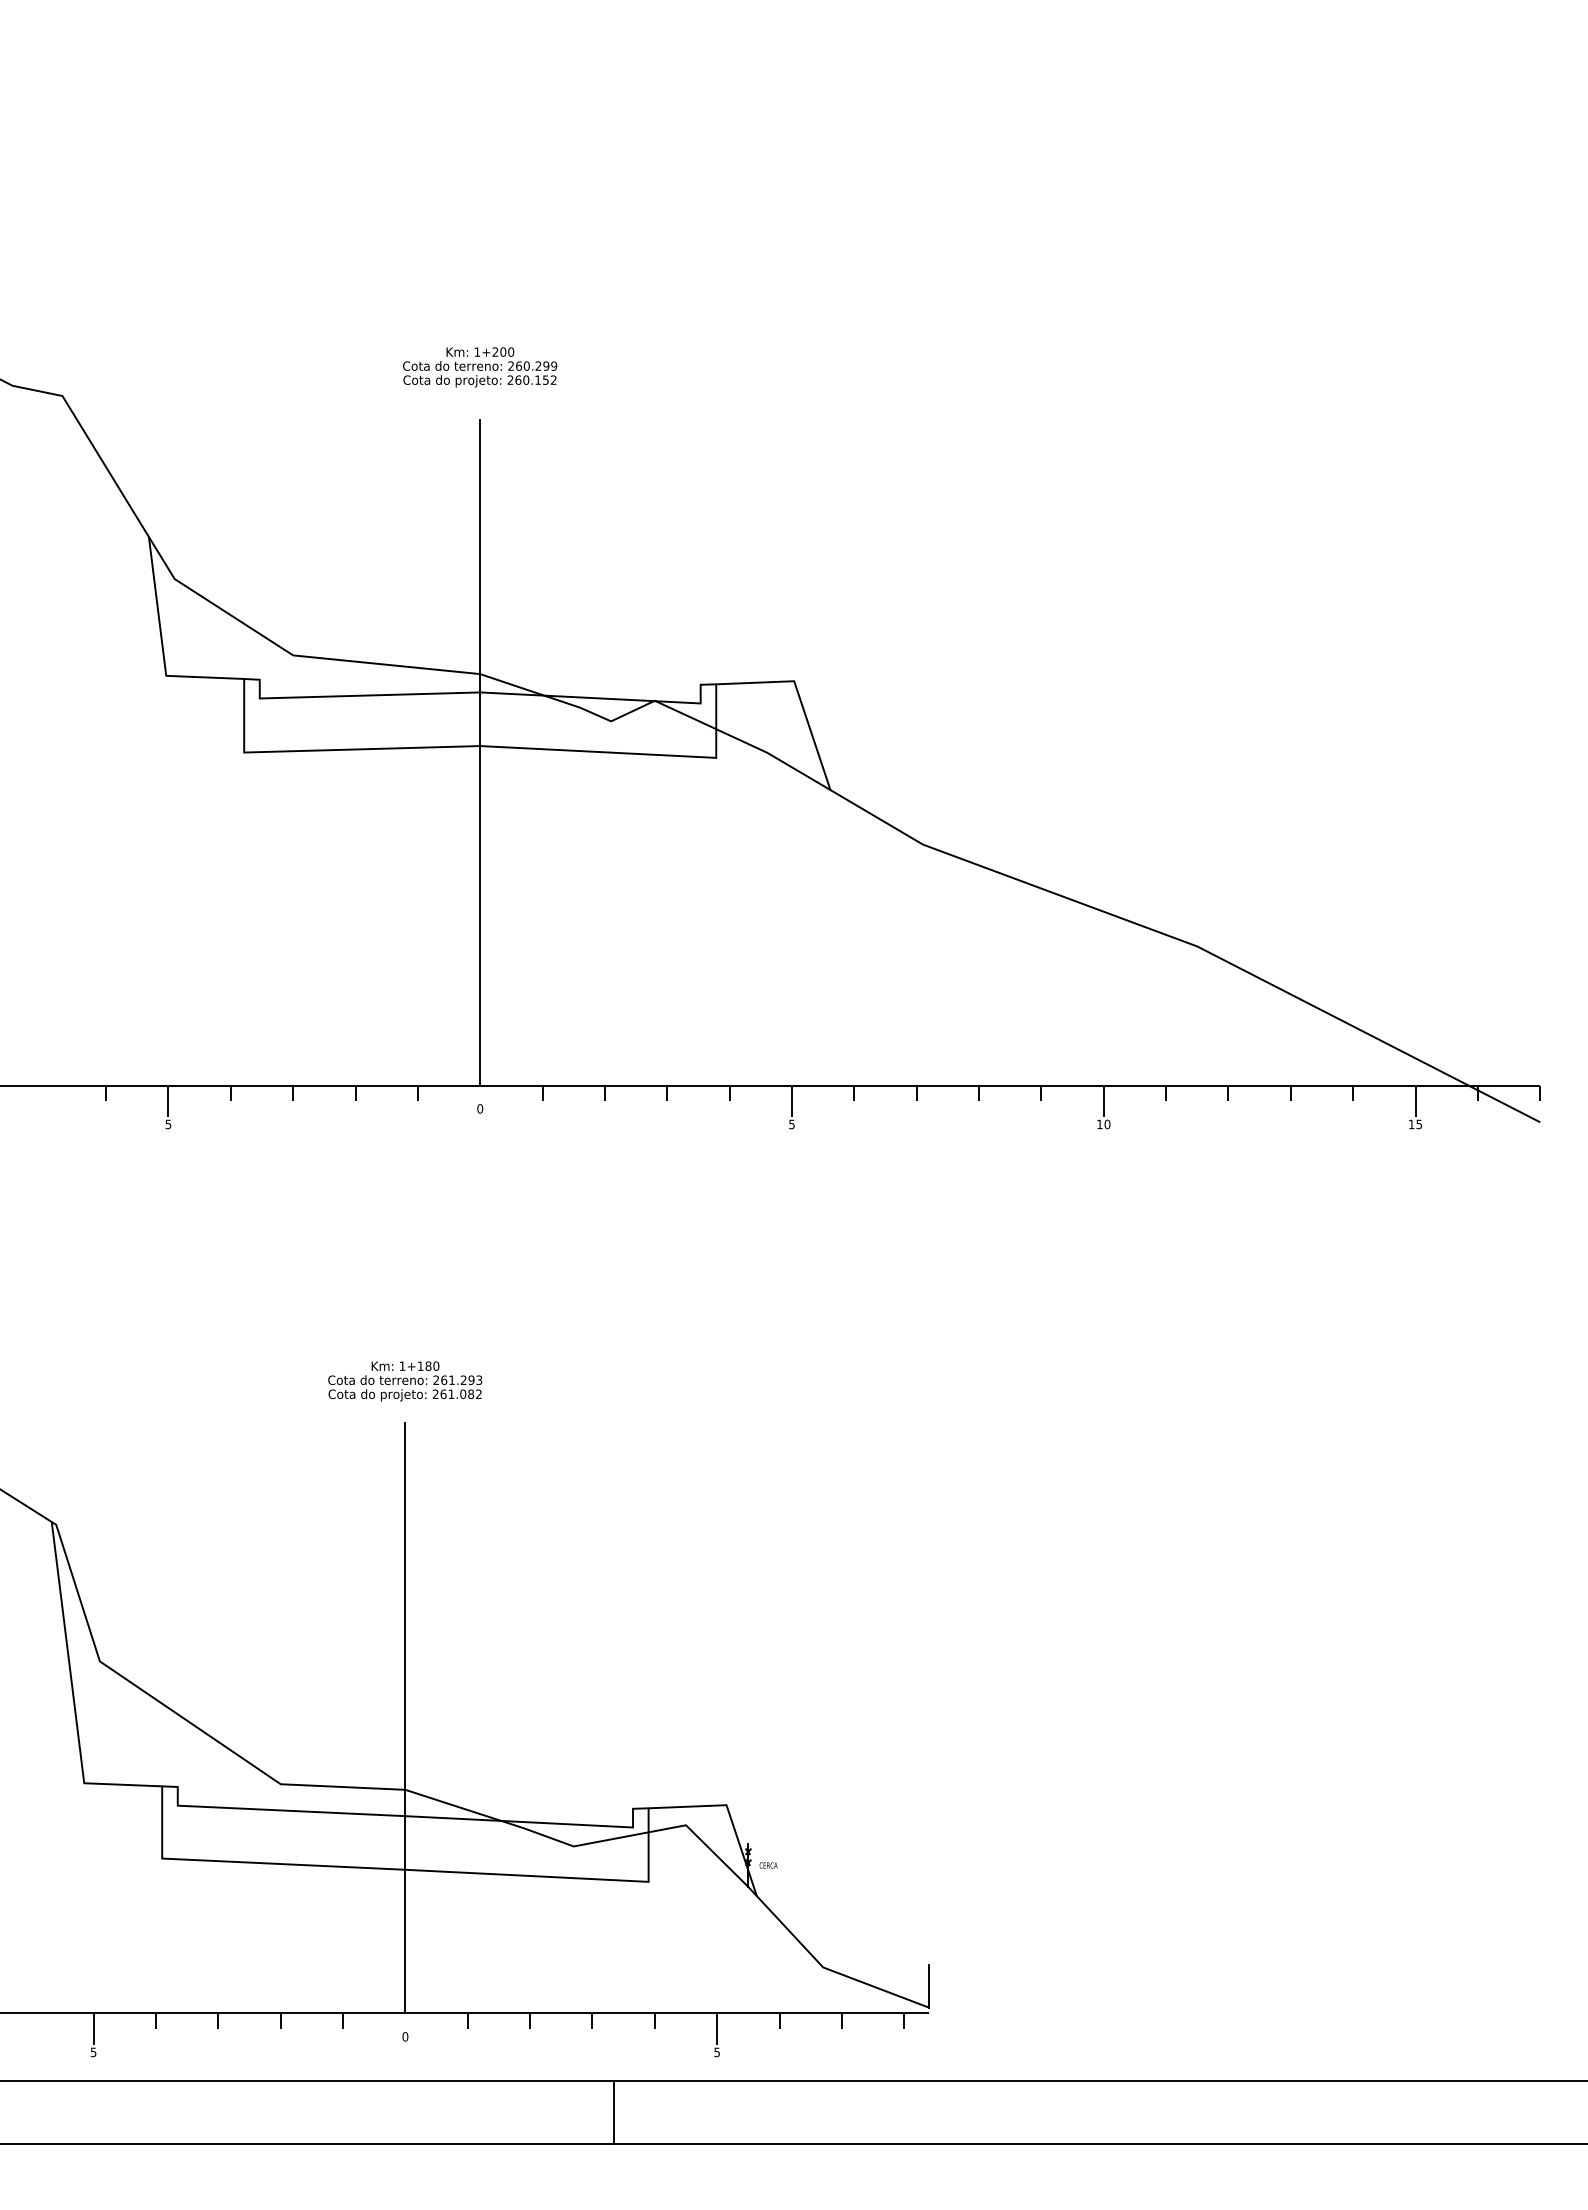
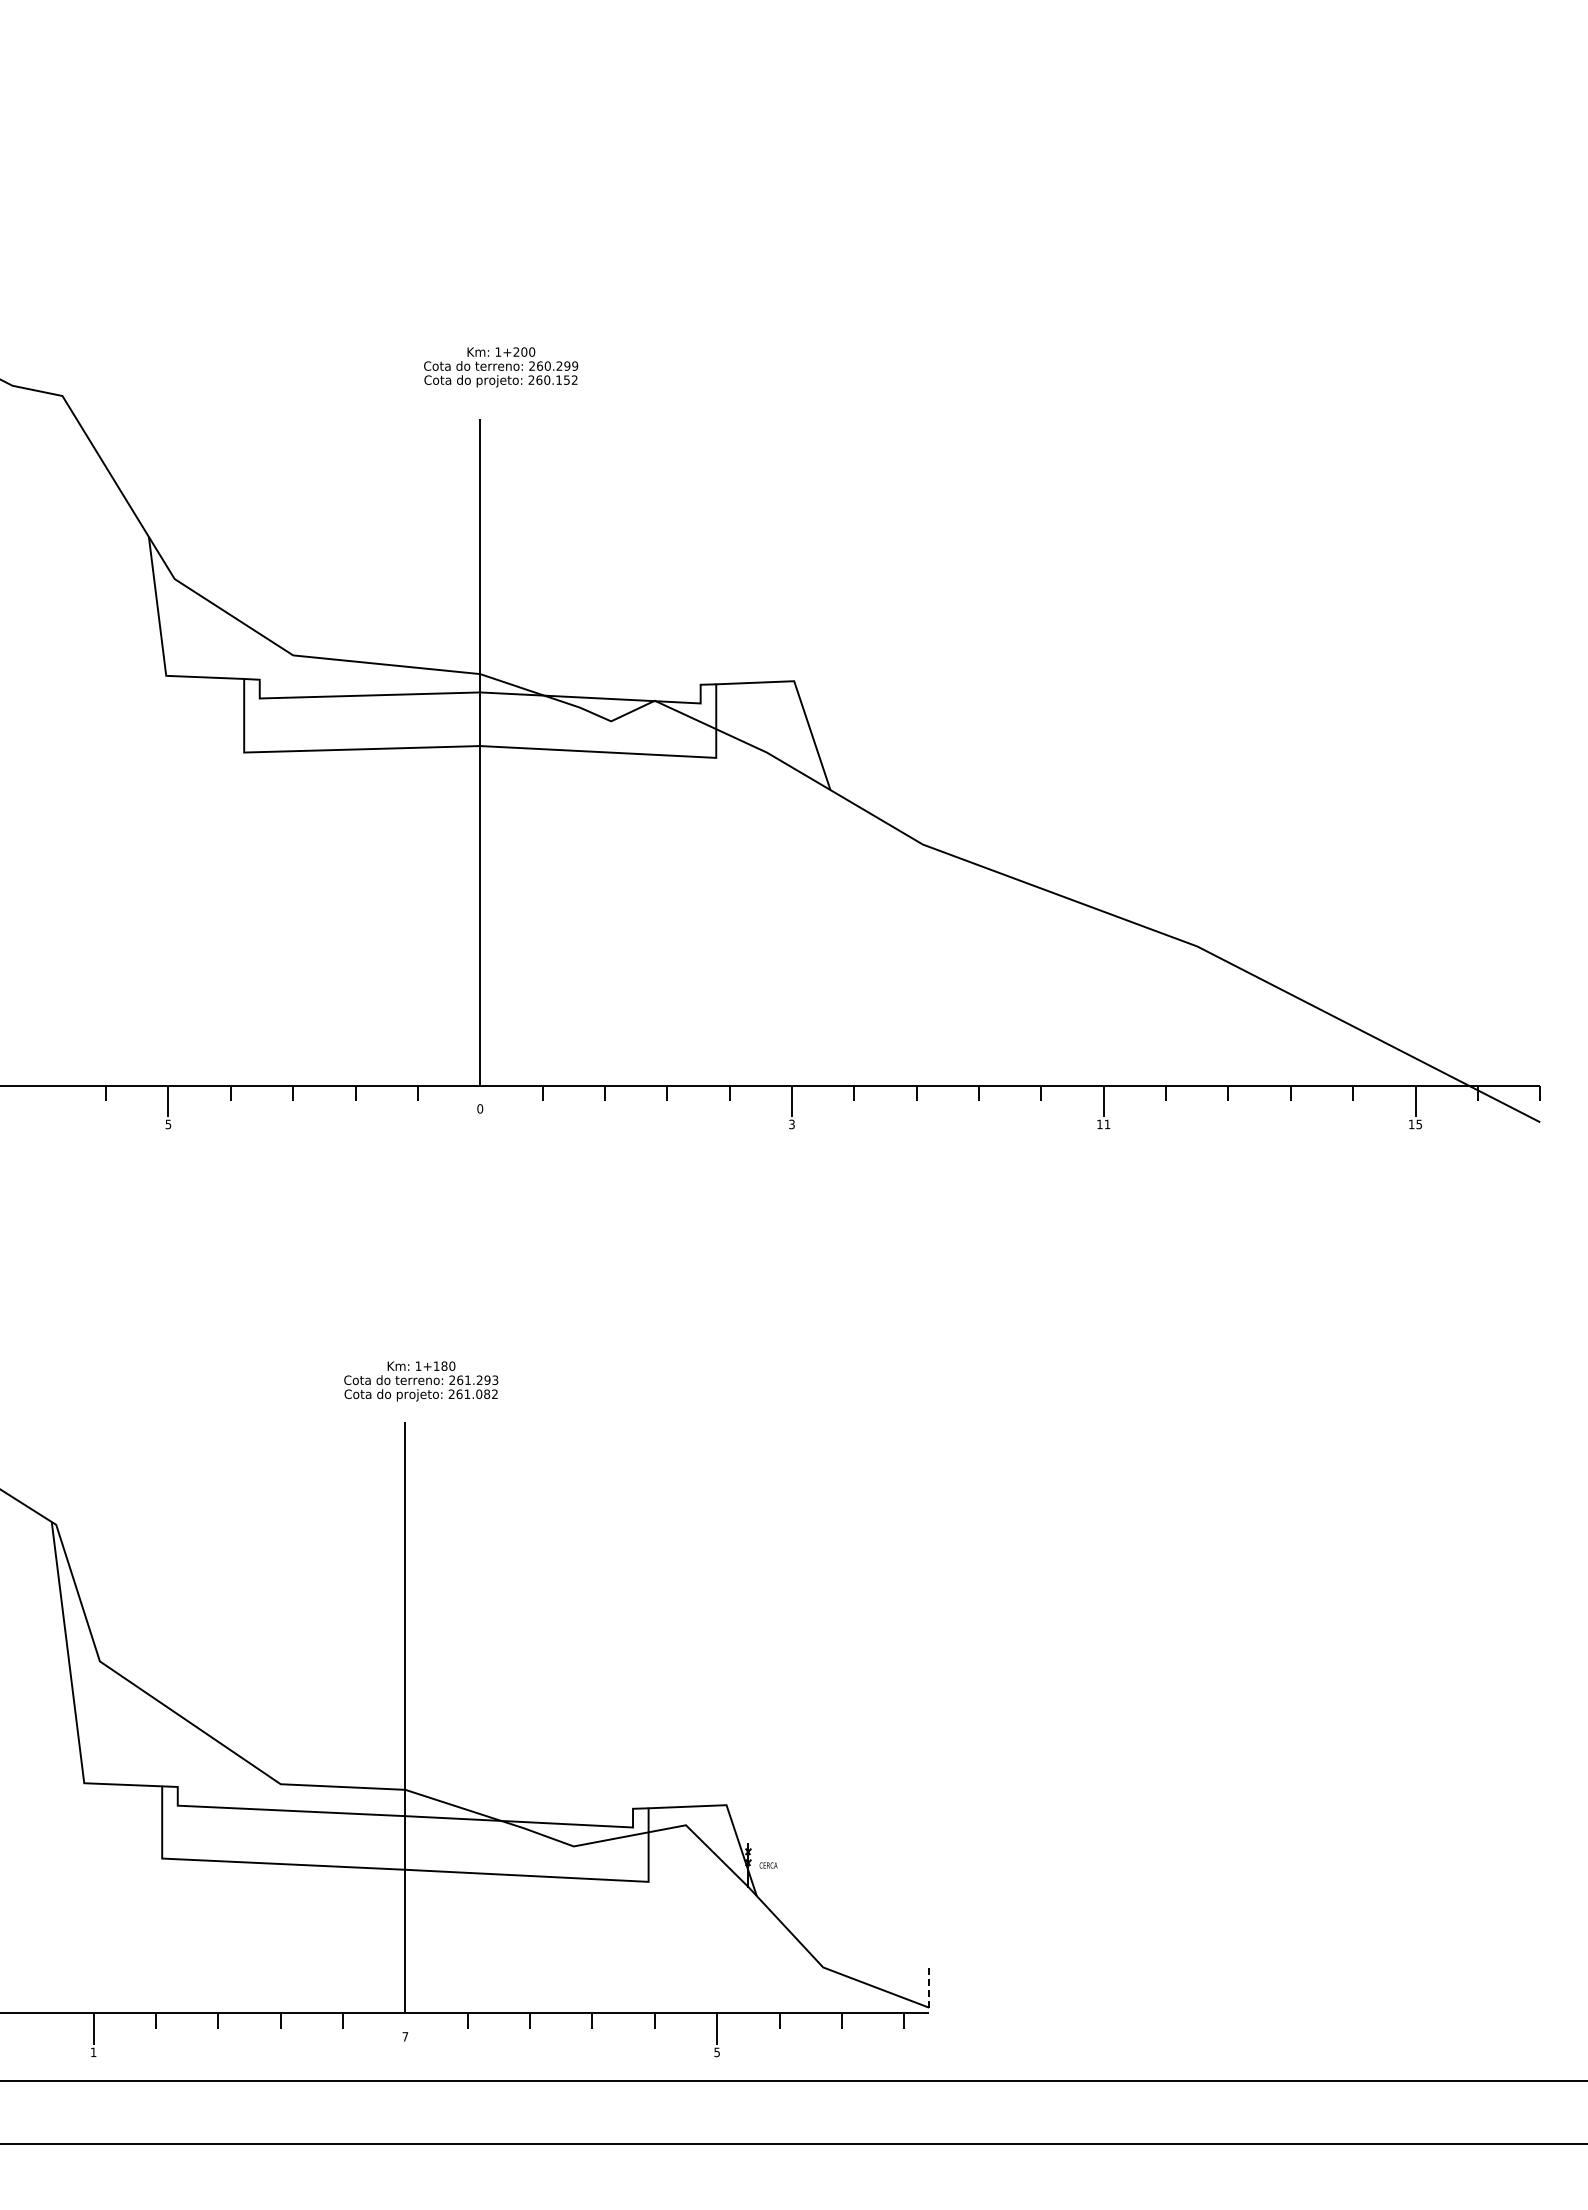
text at (480, 367) position: (480, 367) -> (501, 367)
text at (791, 1123): 5 -> 3
text at (1107, 1124): 10 -> 11
text at (405, 1381) position: (405, 1381) -> (421, 1381)
line at (929, 1985): solid -> dashed
text at (405, 2036): 0 -> 7
text at (93, 2052): 5 -> 1
line at (613, 2112): present -> none
